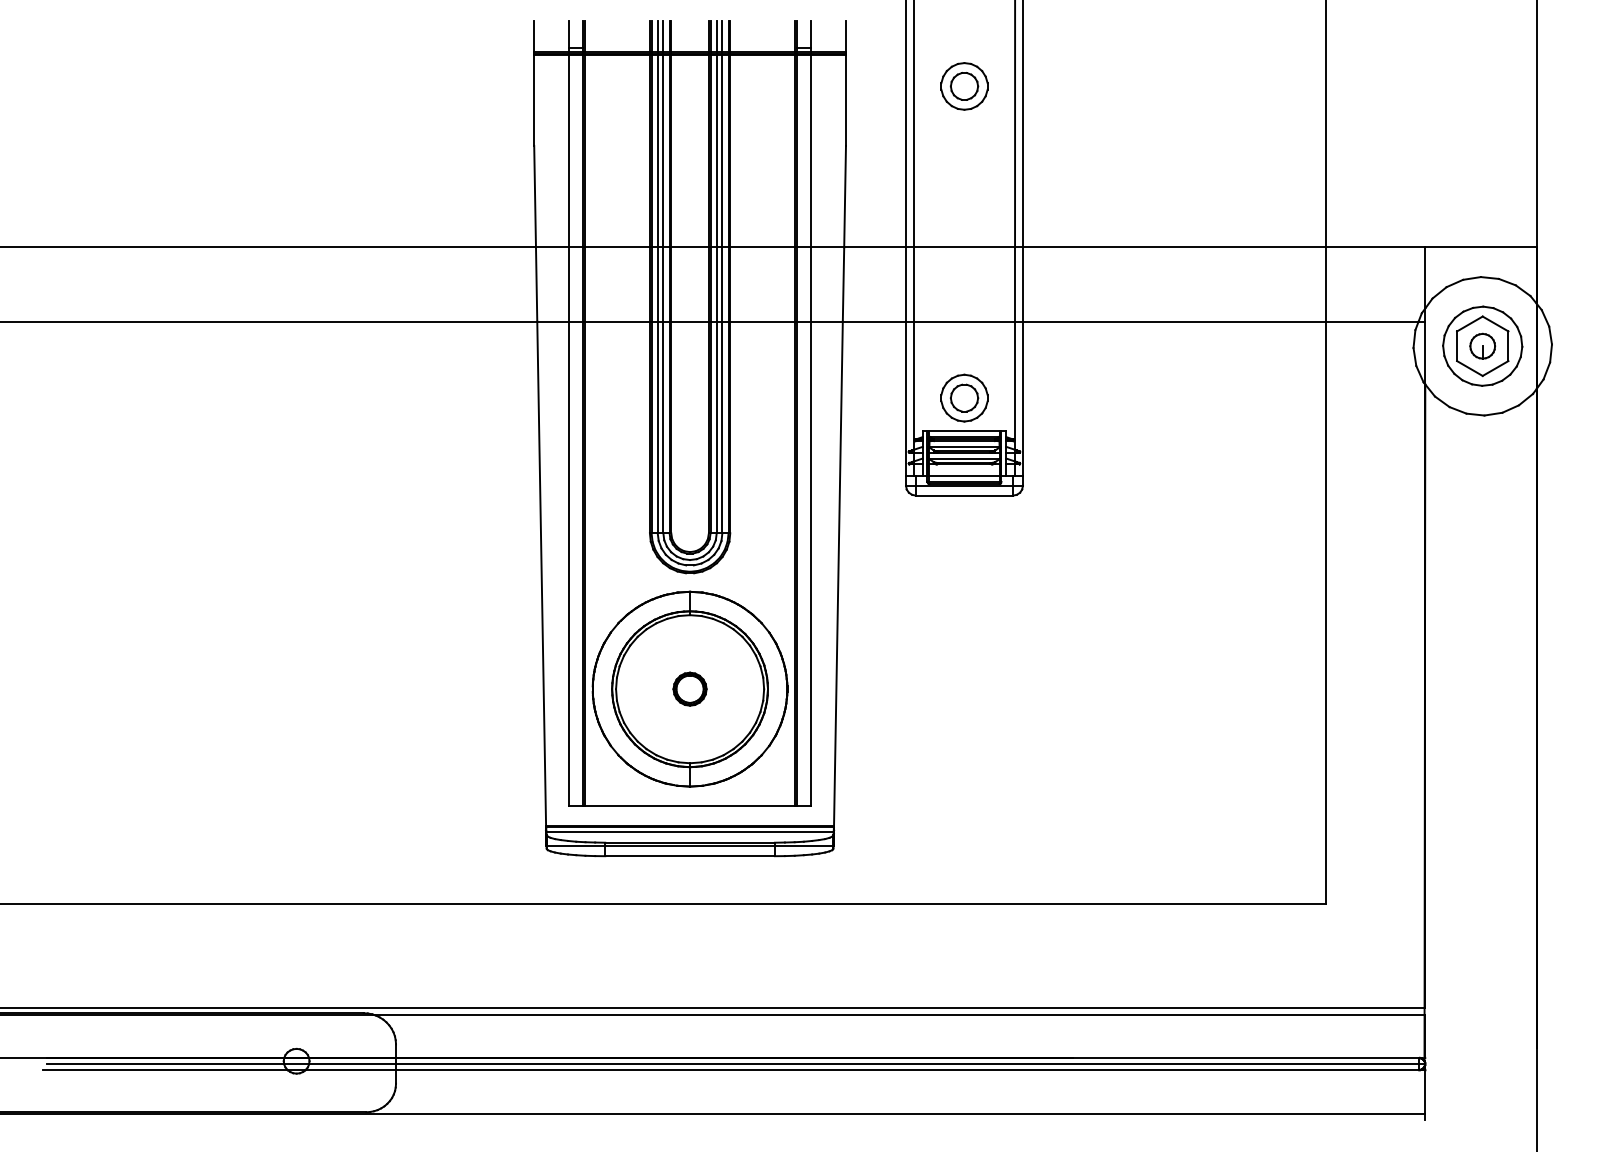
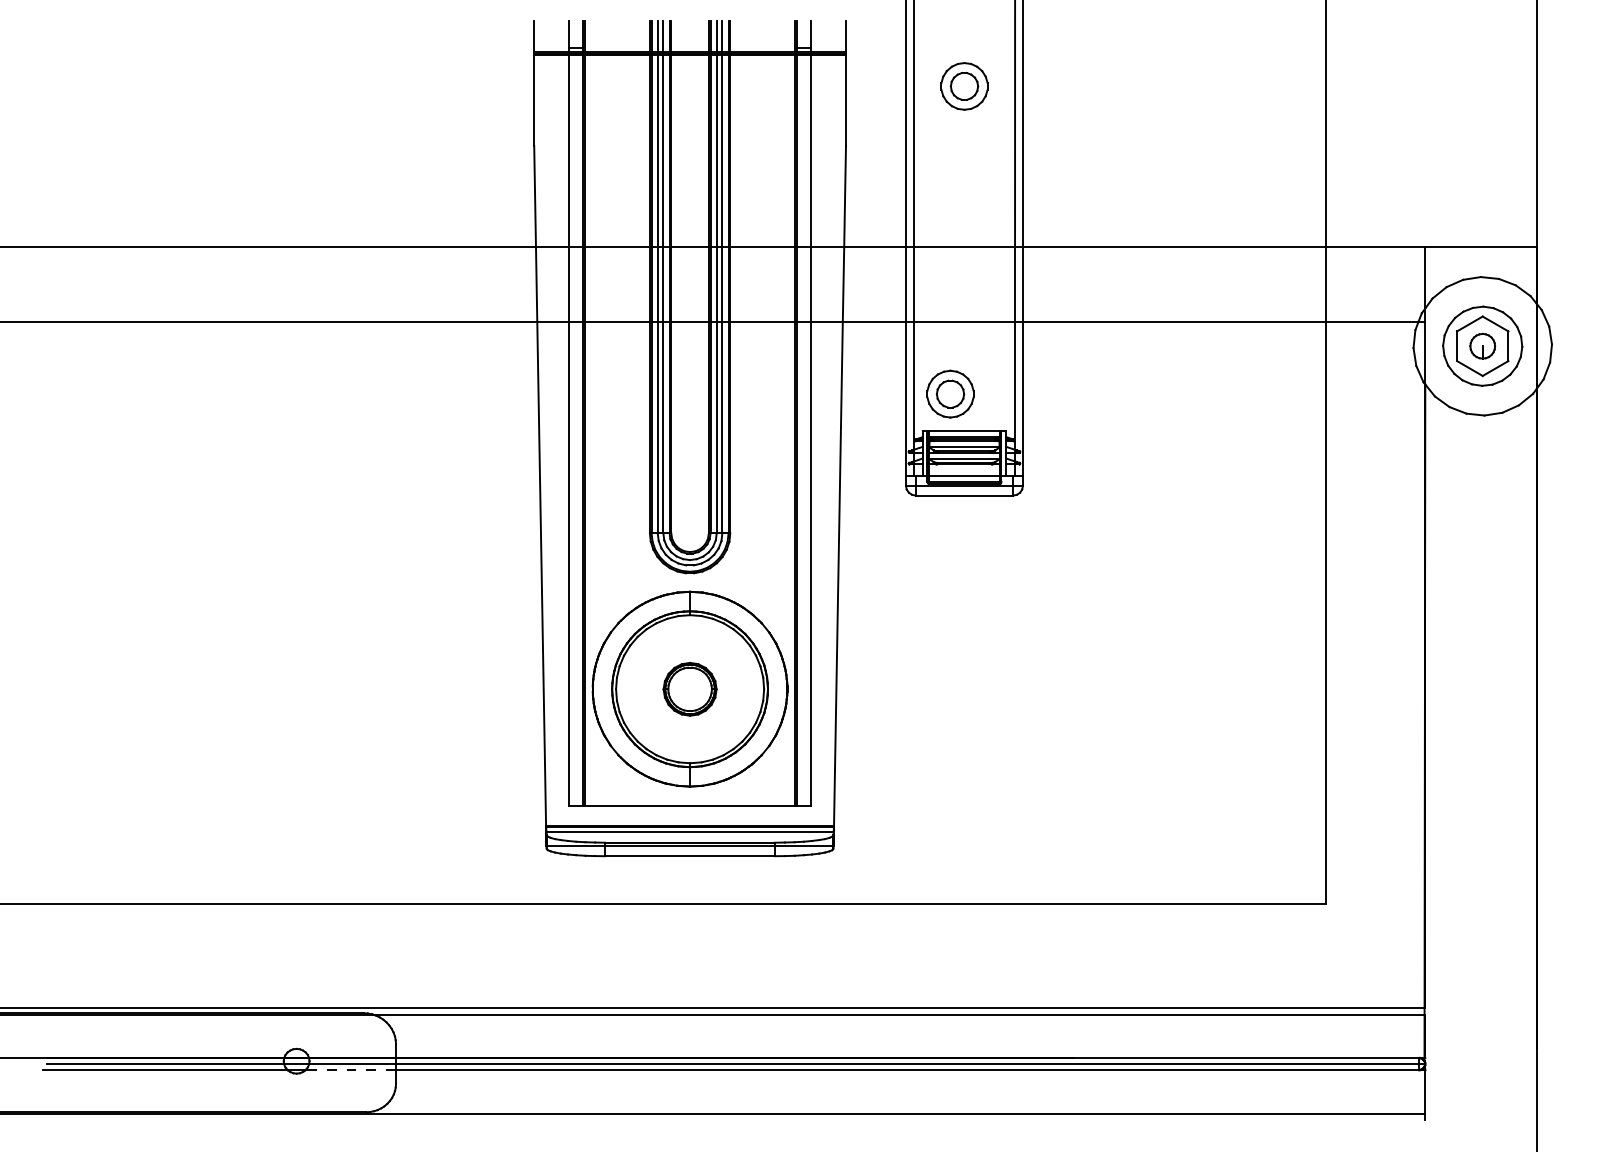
part at (964, 397) position: (964, 397) -> (950, 393)
part at (689, 688) size: 36x36 px -> 56x56 px
line at (350, 1070): solid -> dashed
